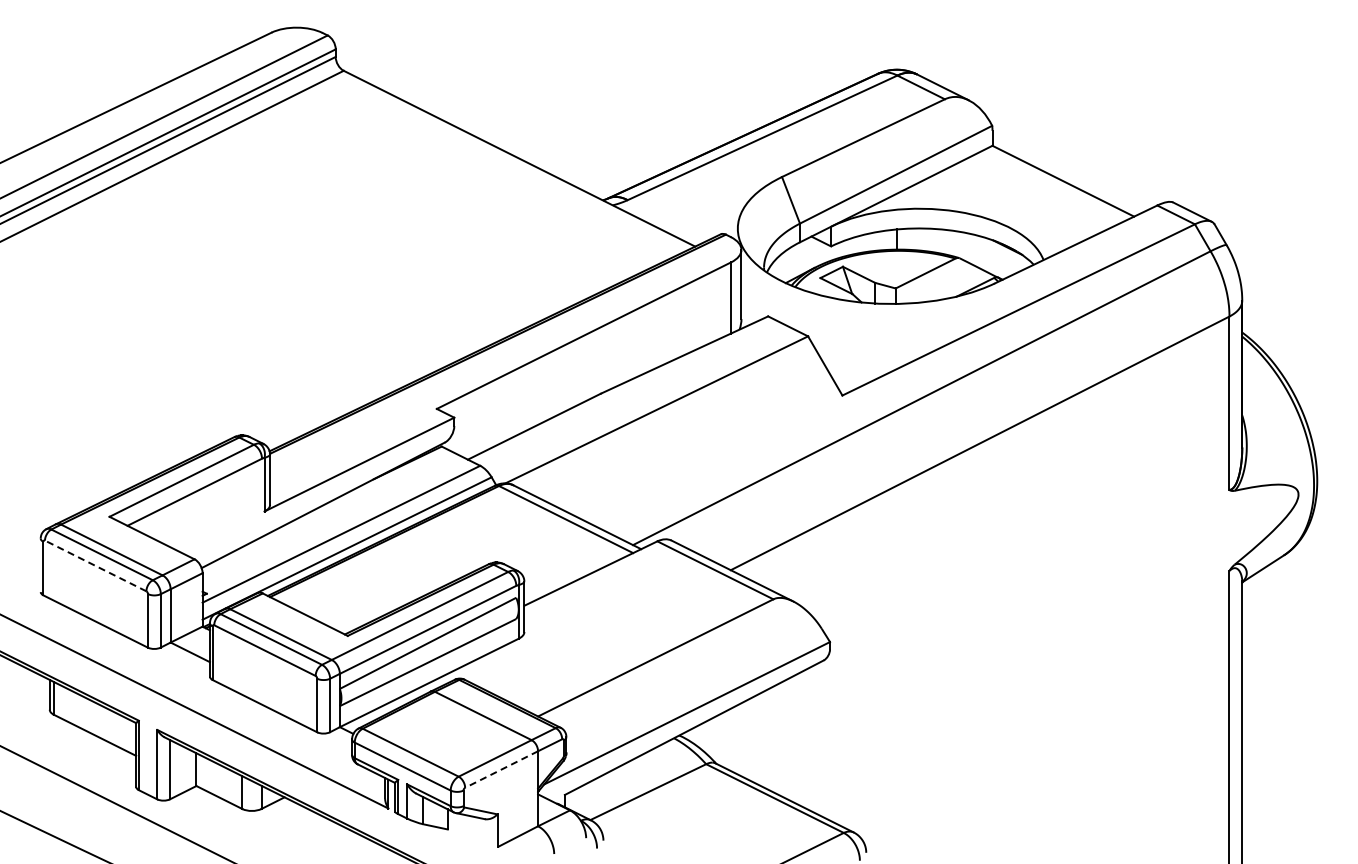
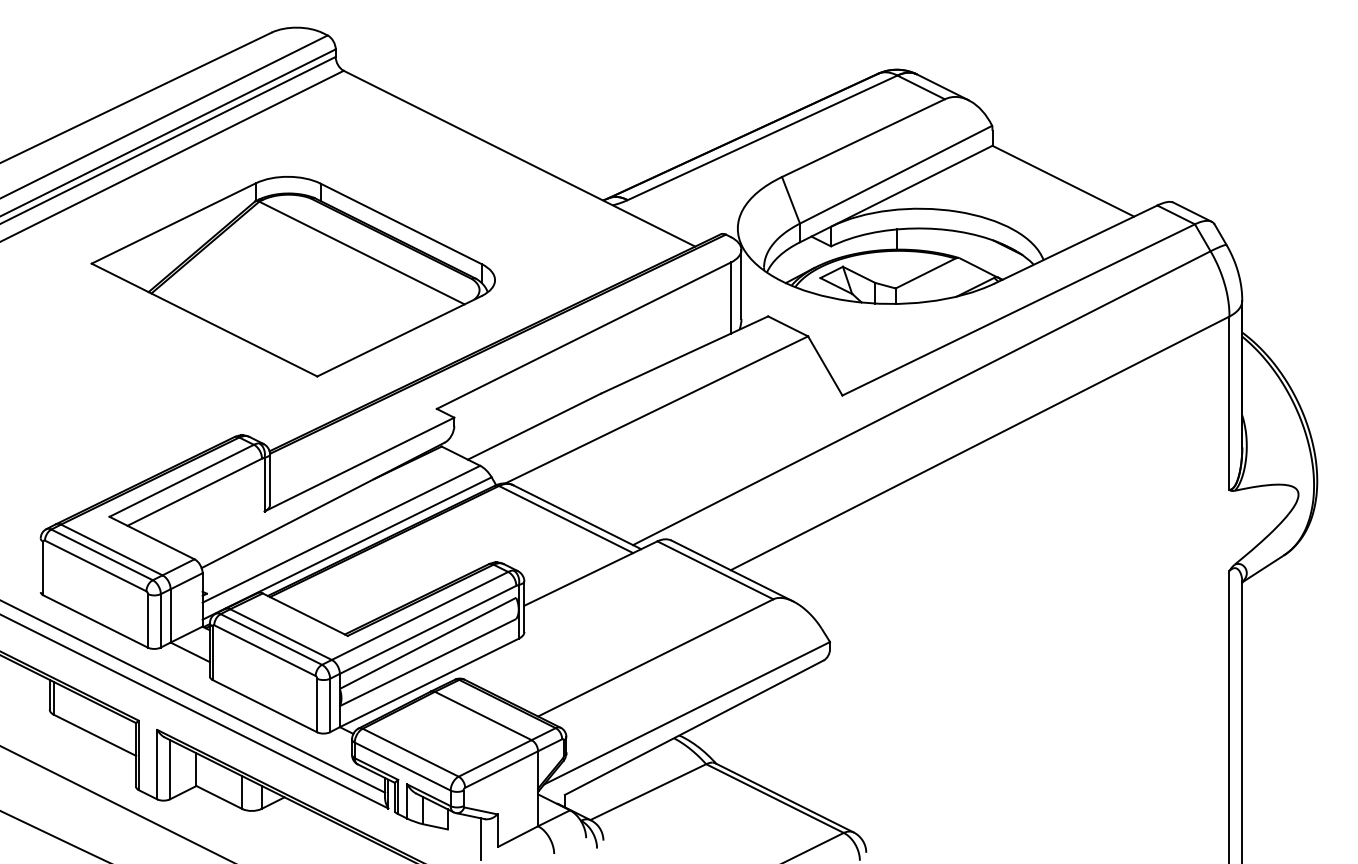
part at (292, 276): none -> present
line at (95, 565): dashed -> solid
line at (193, 696): none -> present
line at (501, 769): dashed -> solid
line at (481, 838): none -> present
